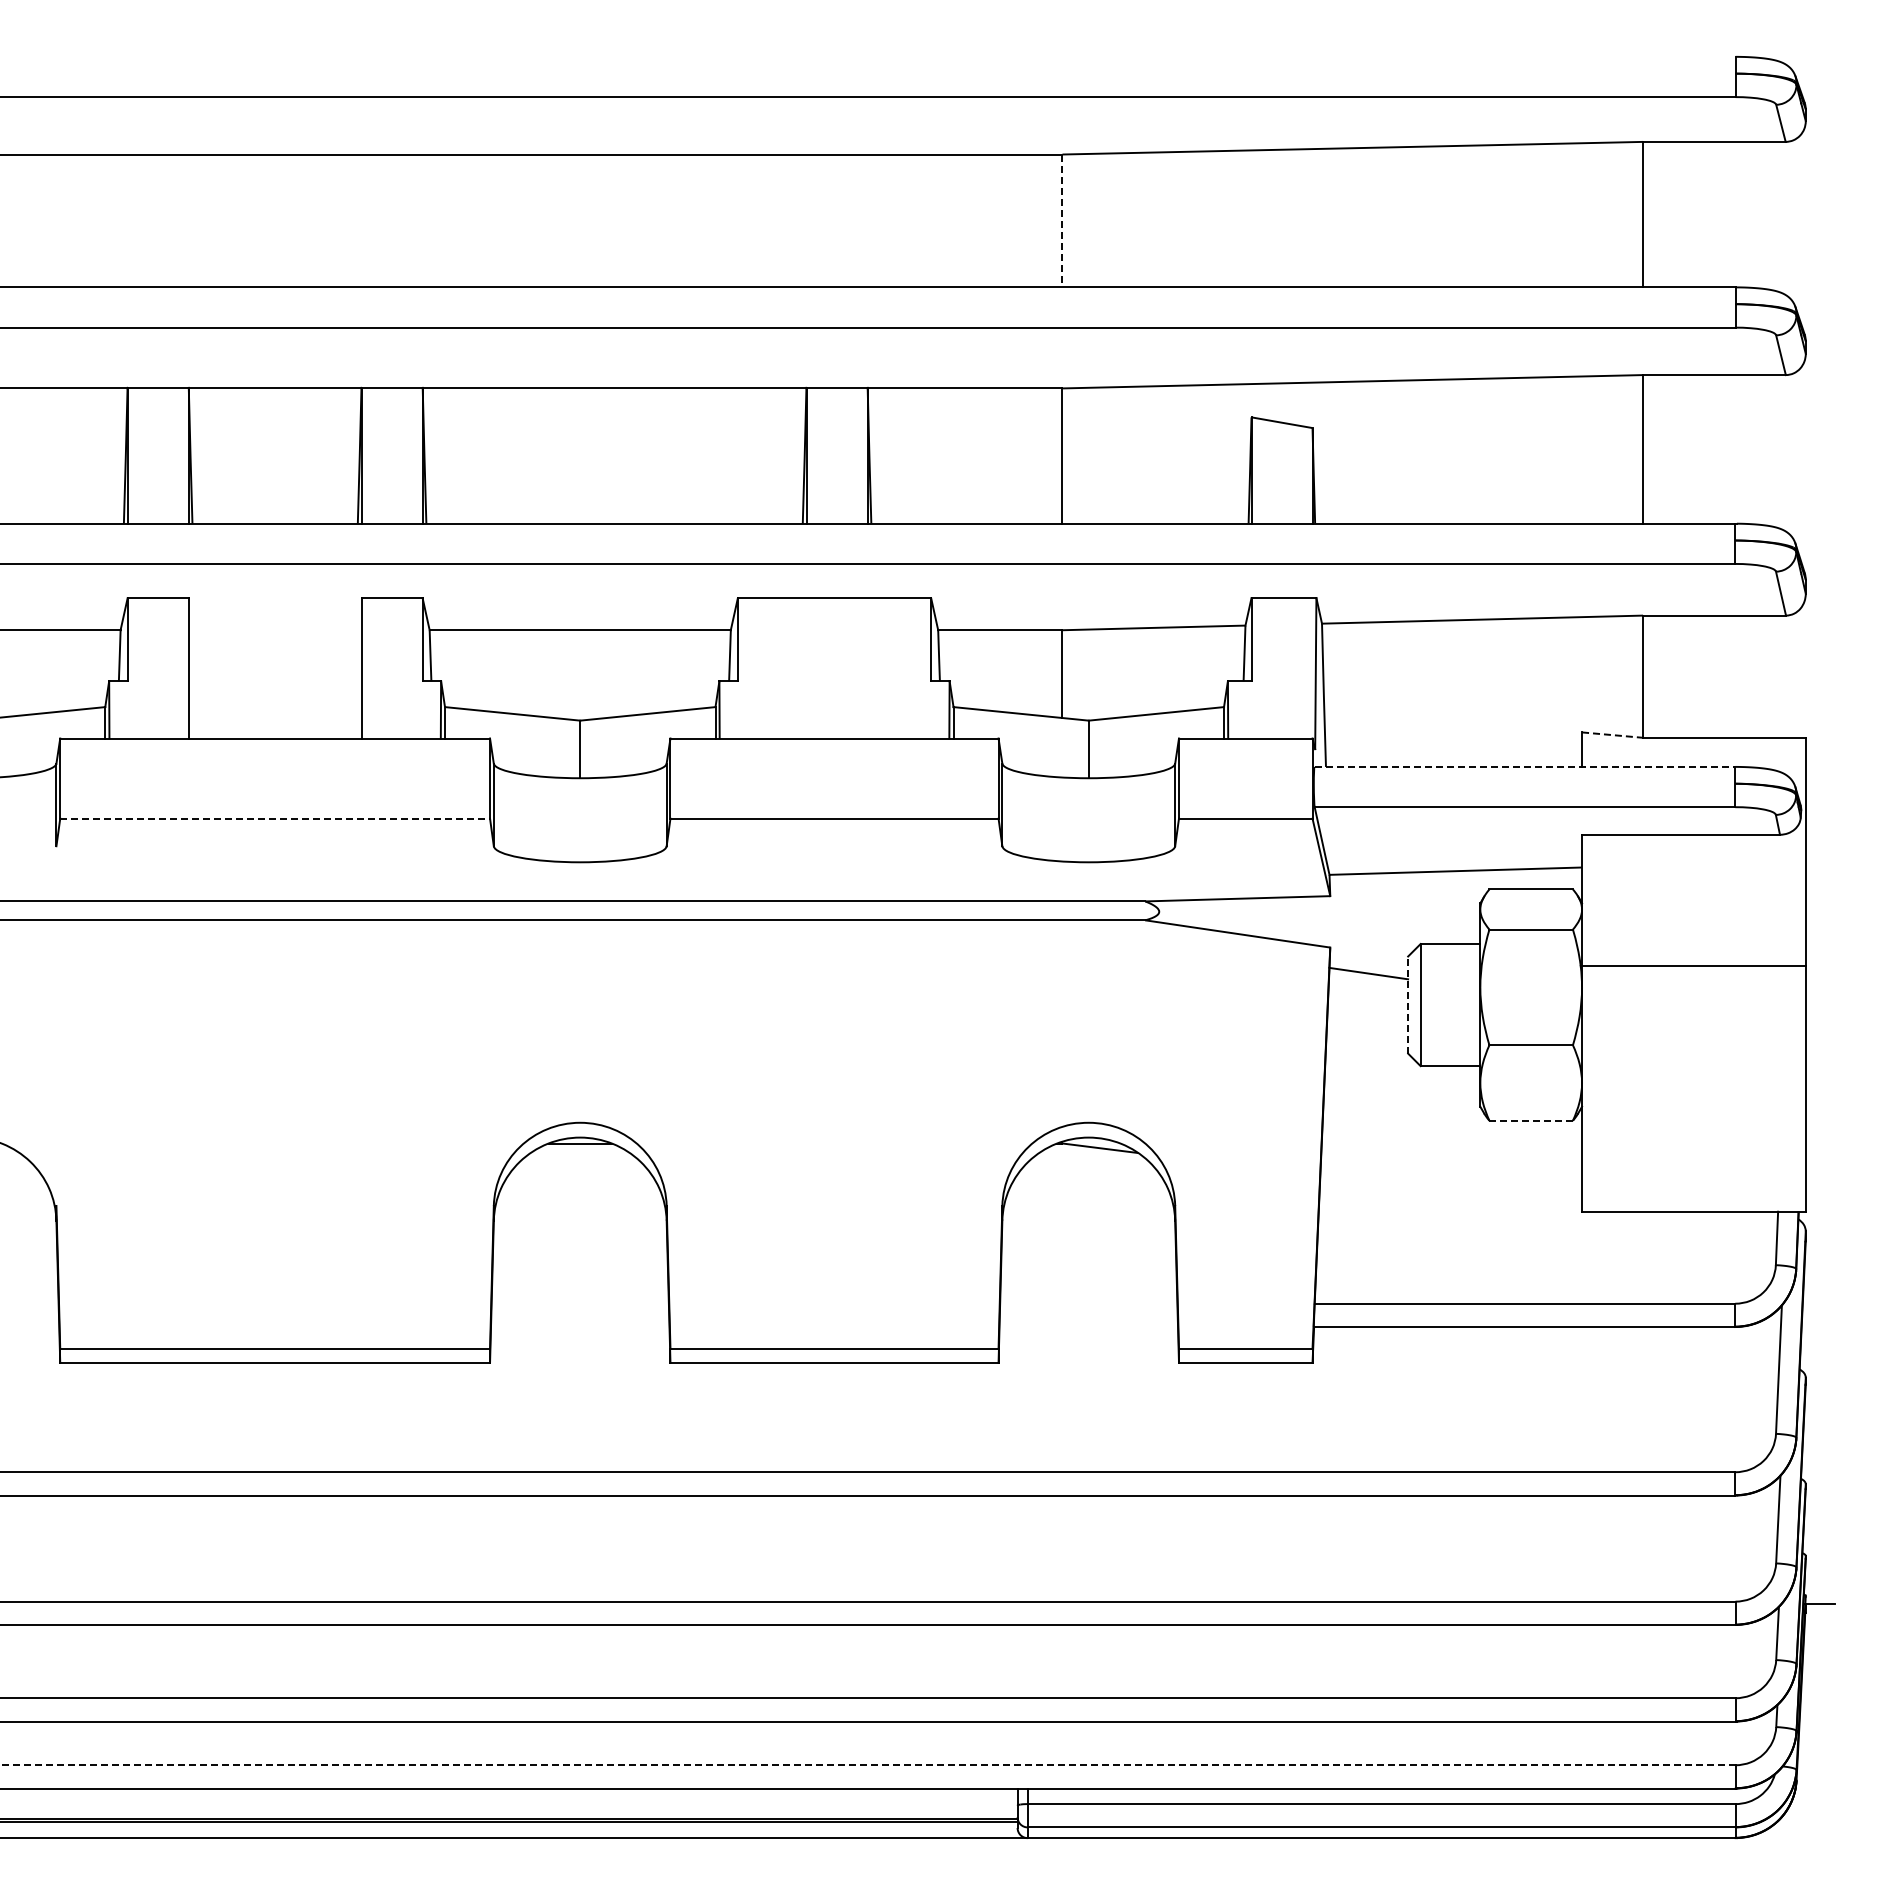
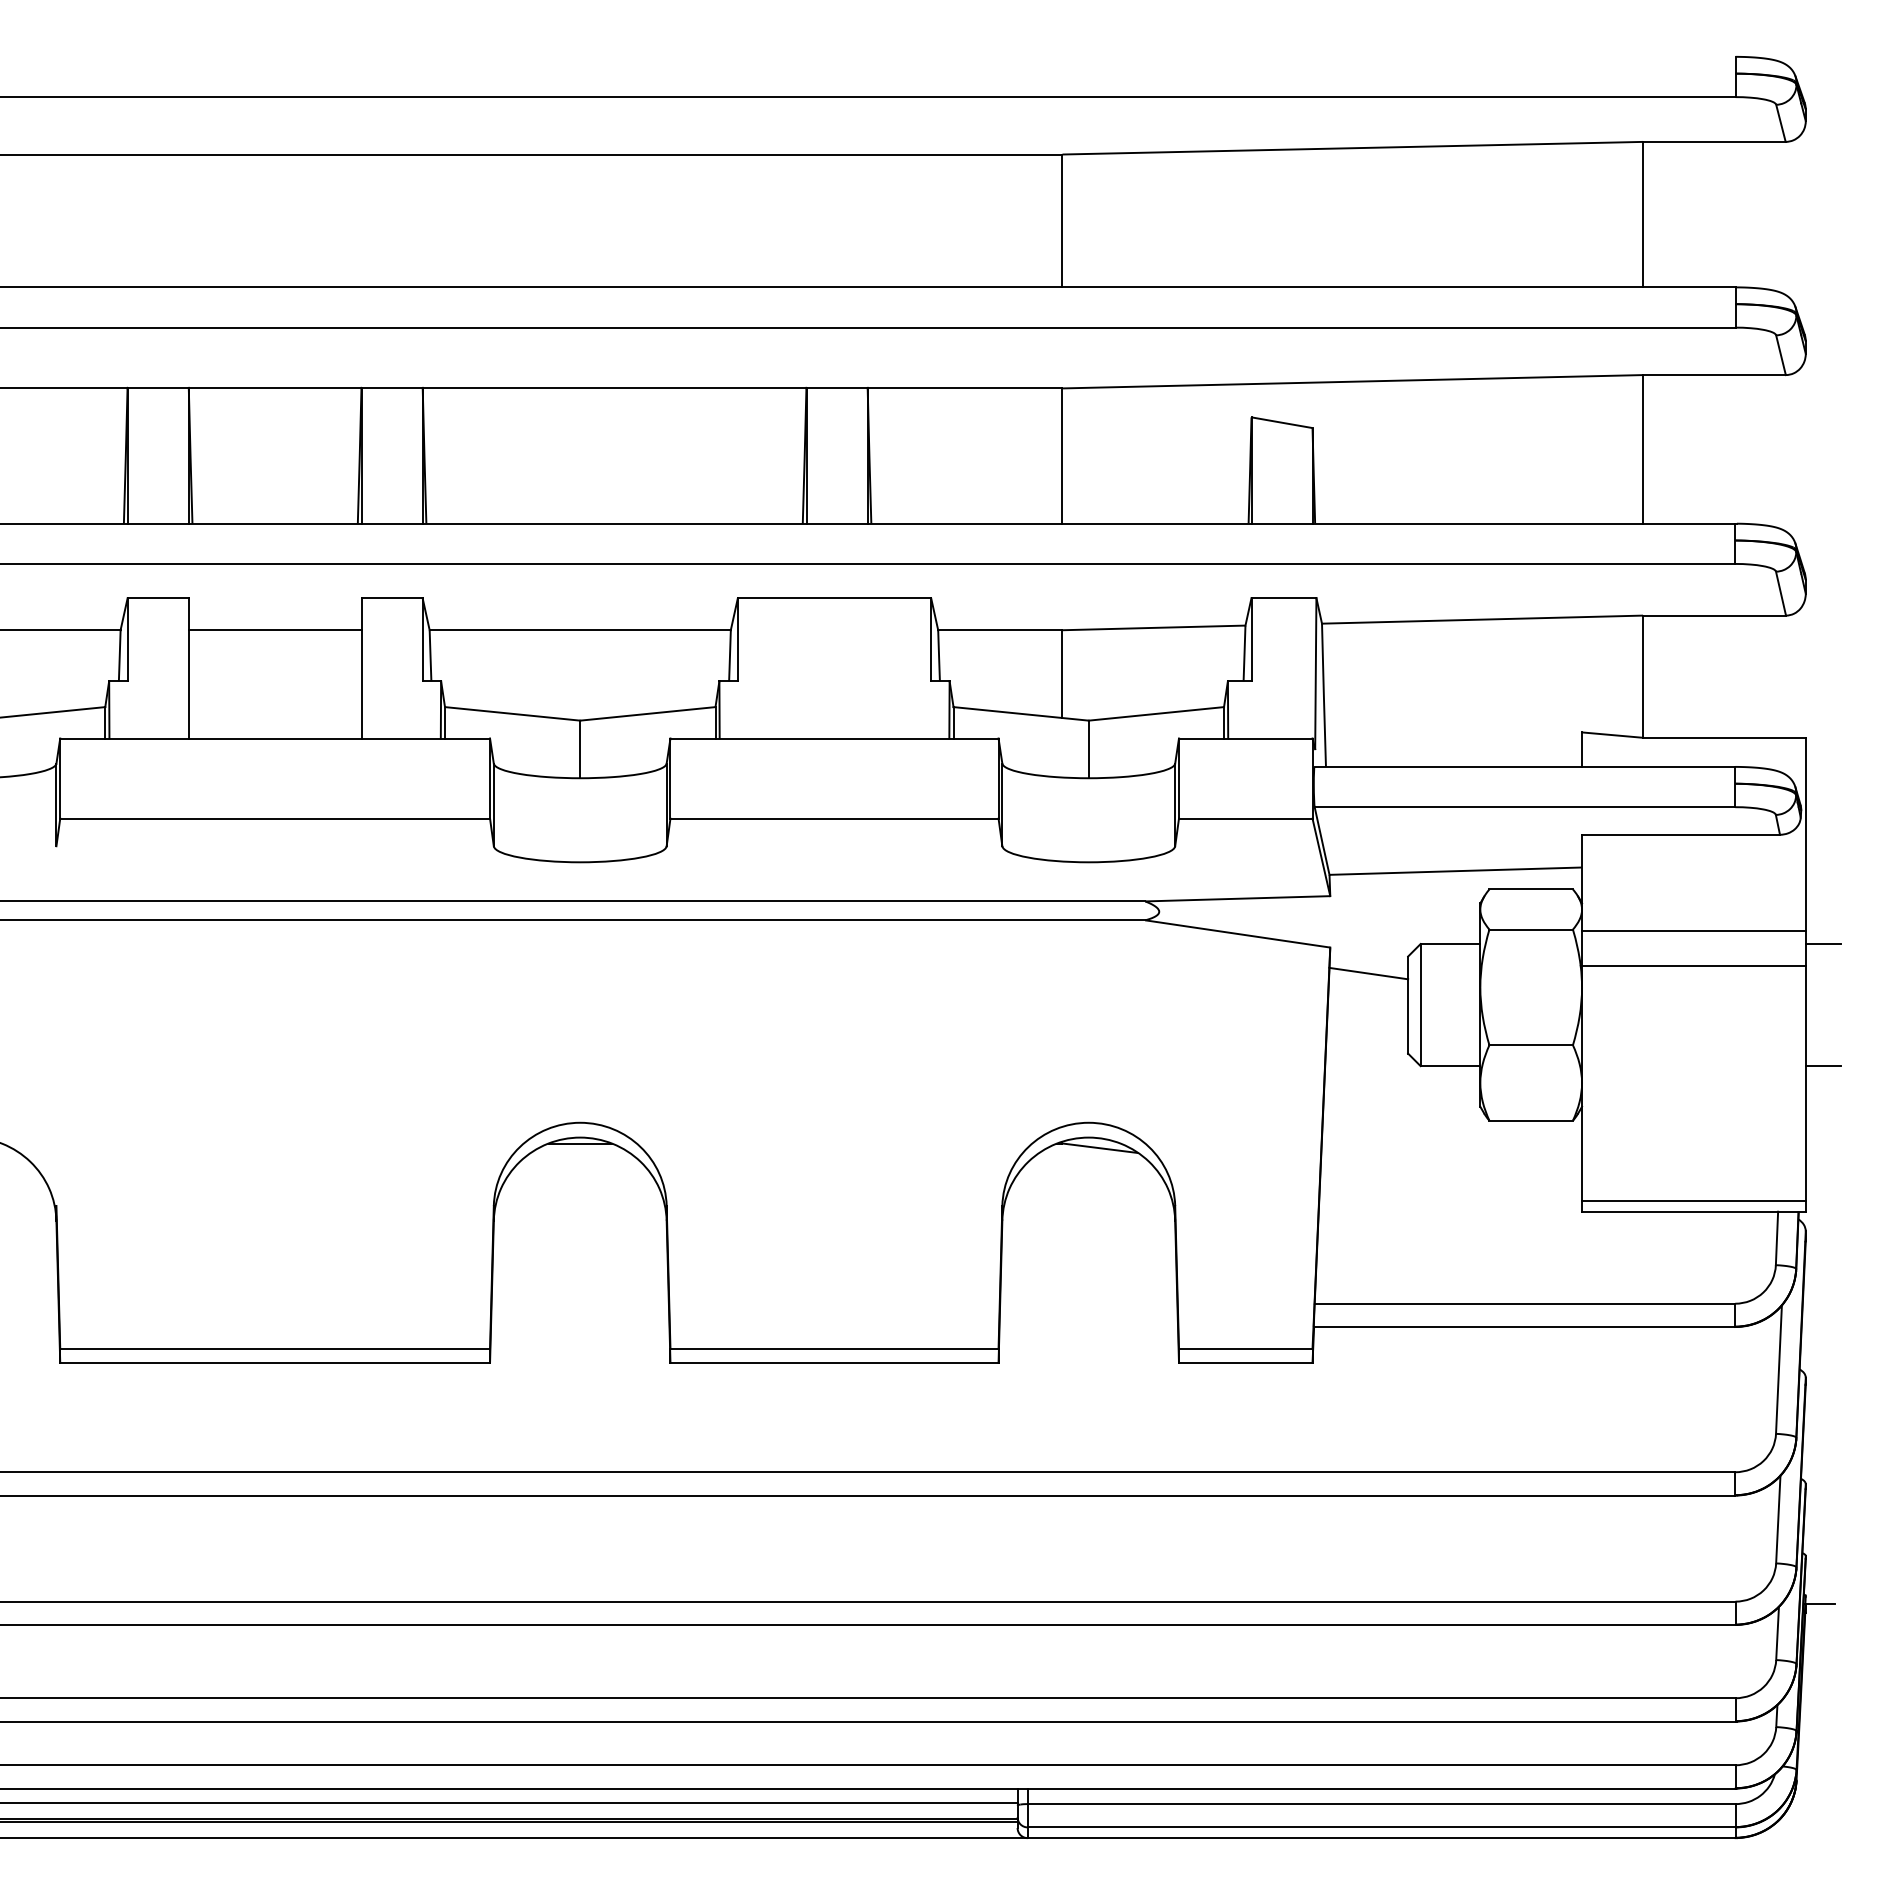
line at (1062, 221): dashed -> solid
line at (274, 630): none -> present
line at (1612, 735): dashed -> solid
line at (1525, 766): dashed -> solid
line at (275, 818): dashed -> solid
line at (1693, 931): none -> present
line at (1823, 944): none -> present
line at (1408, 1005): dashed -> solid
line at (1823, 1066): none -> present
line at (1531, 1120): dashed -> solid
line at (1693, 1200): none -> present
line at (867, 1765): dashed -> solid
line at (509, 1803): none -> present
